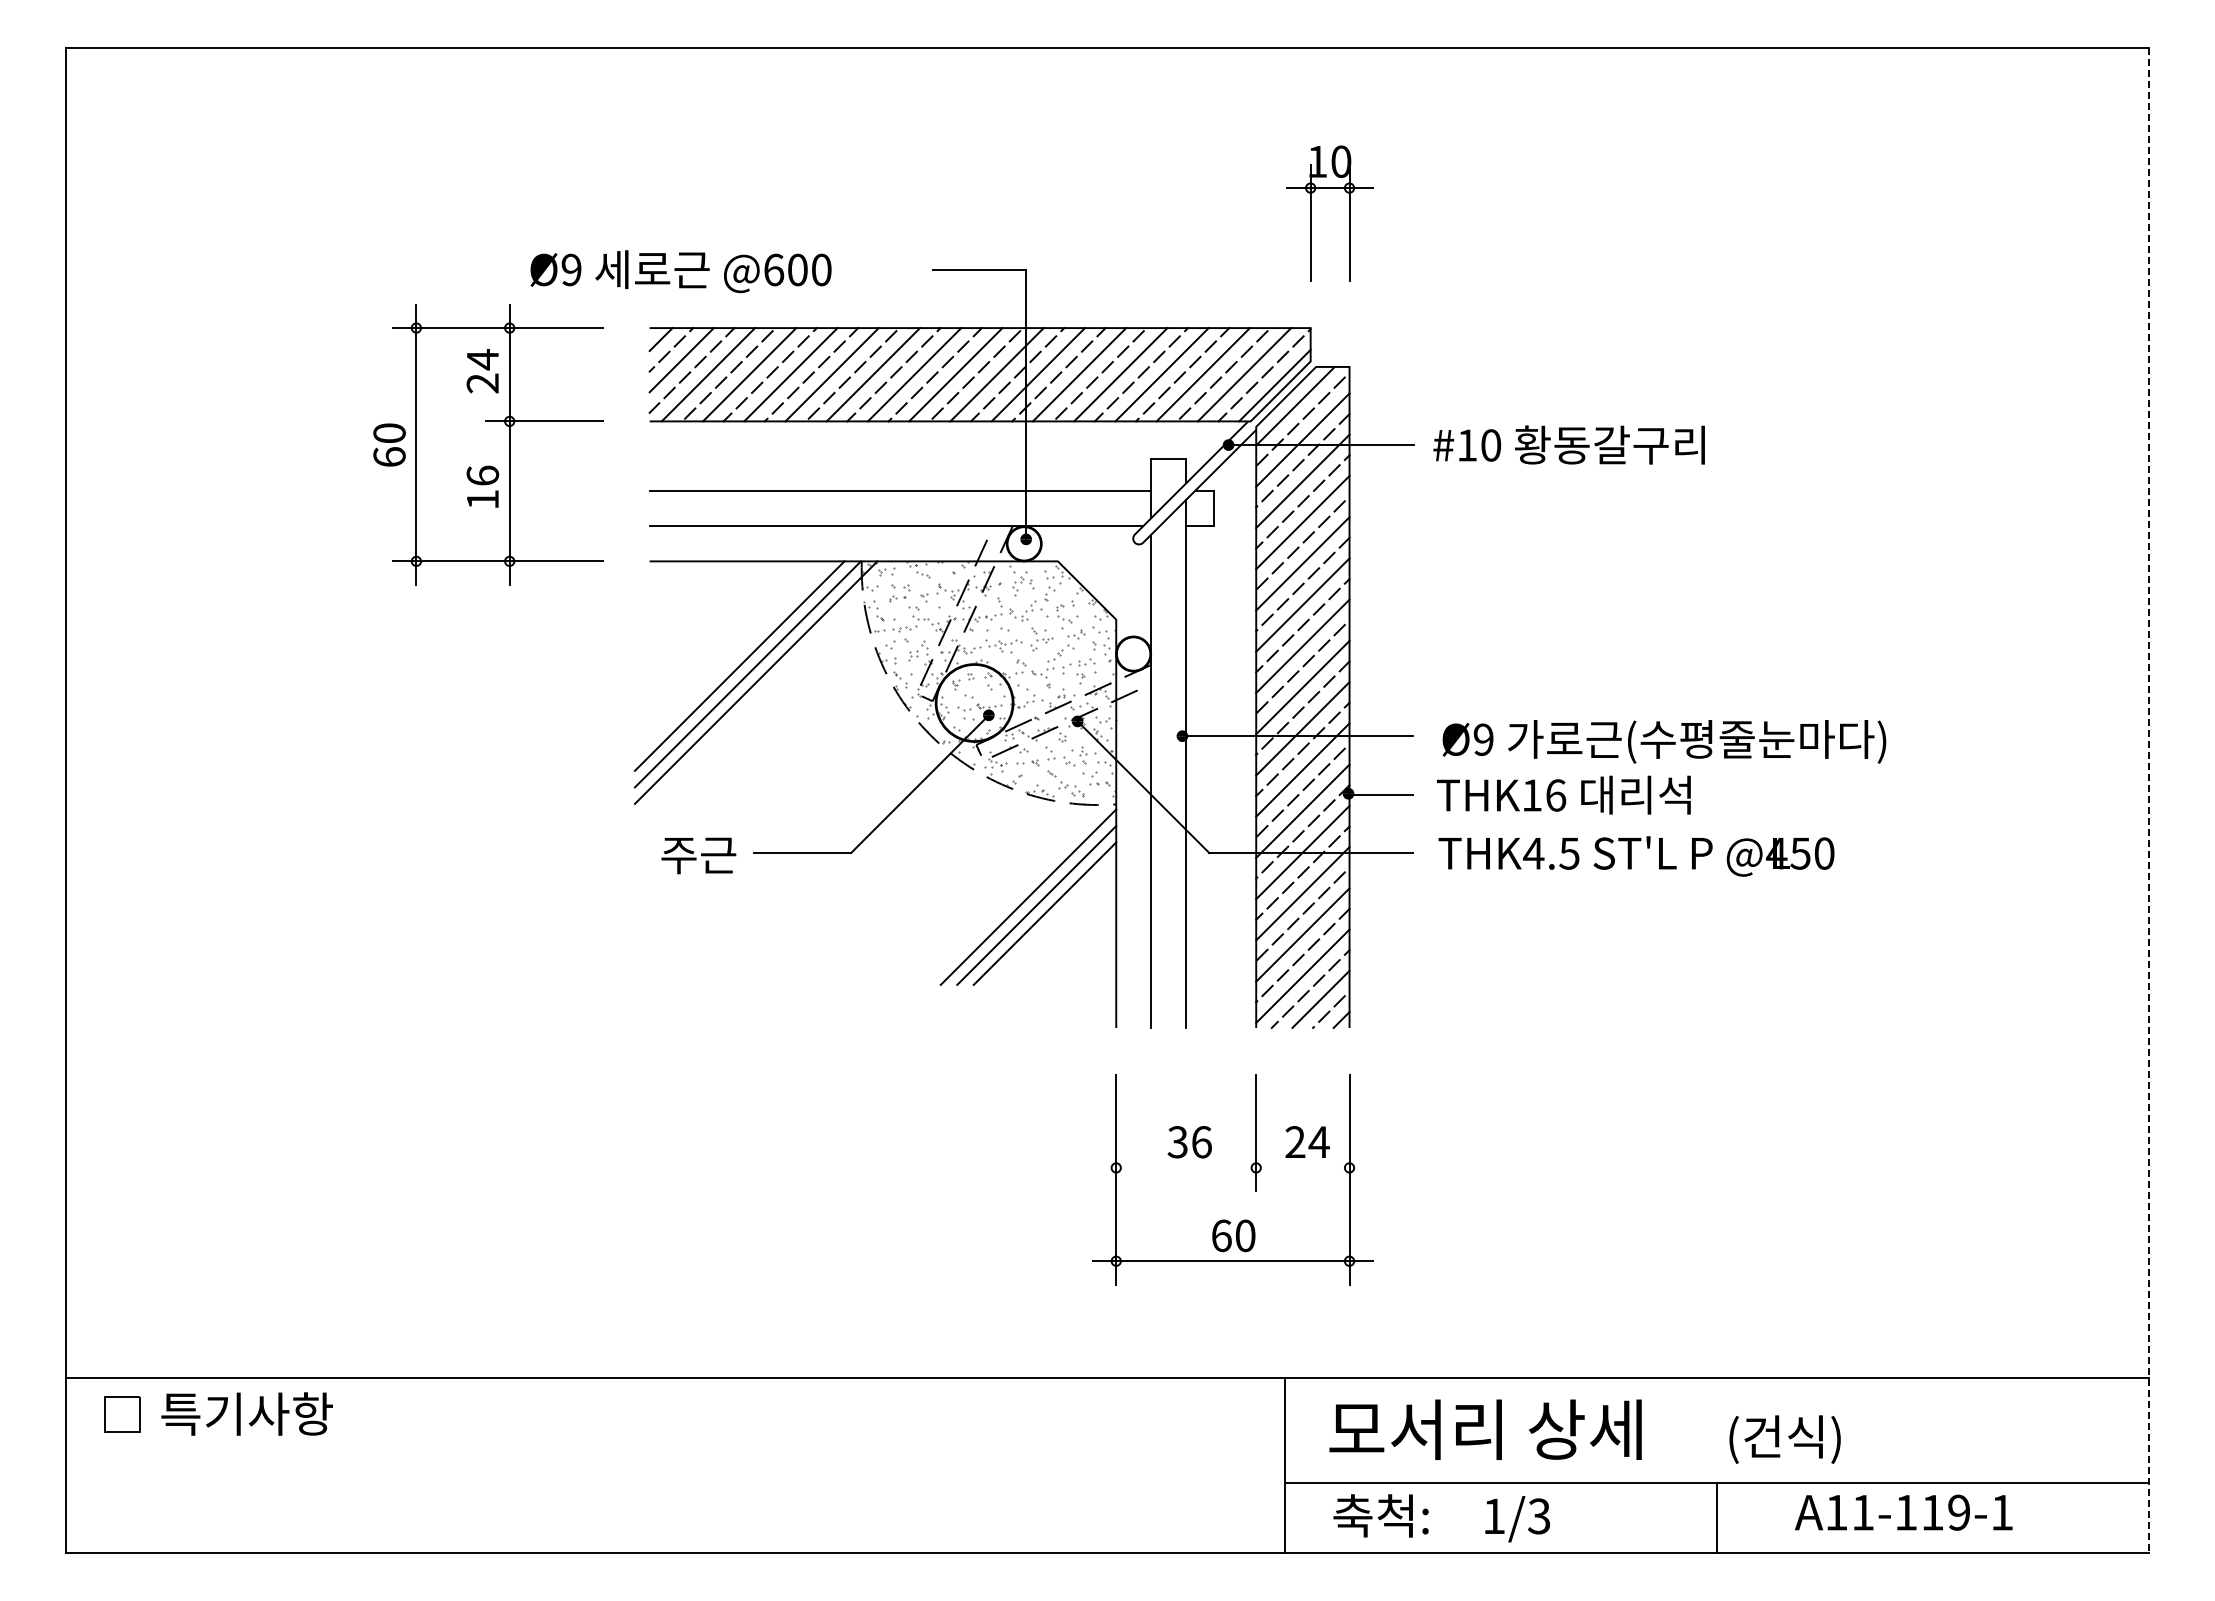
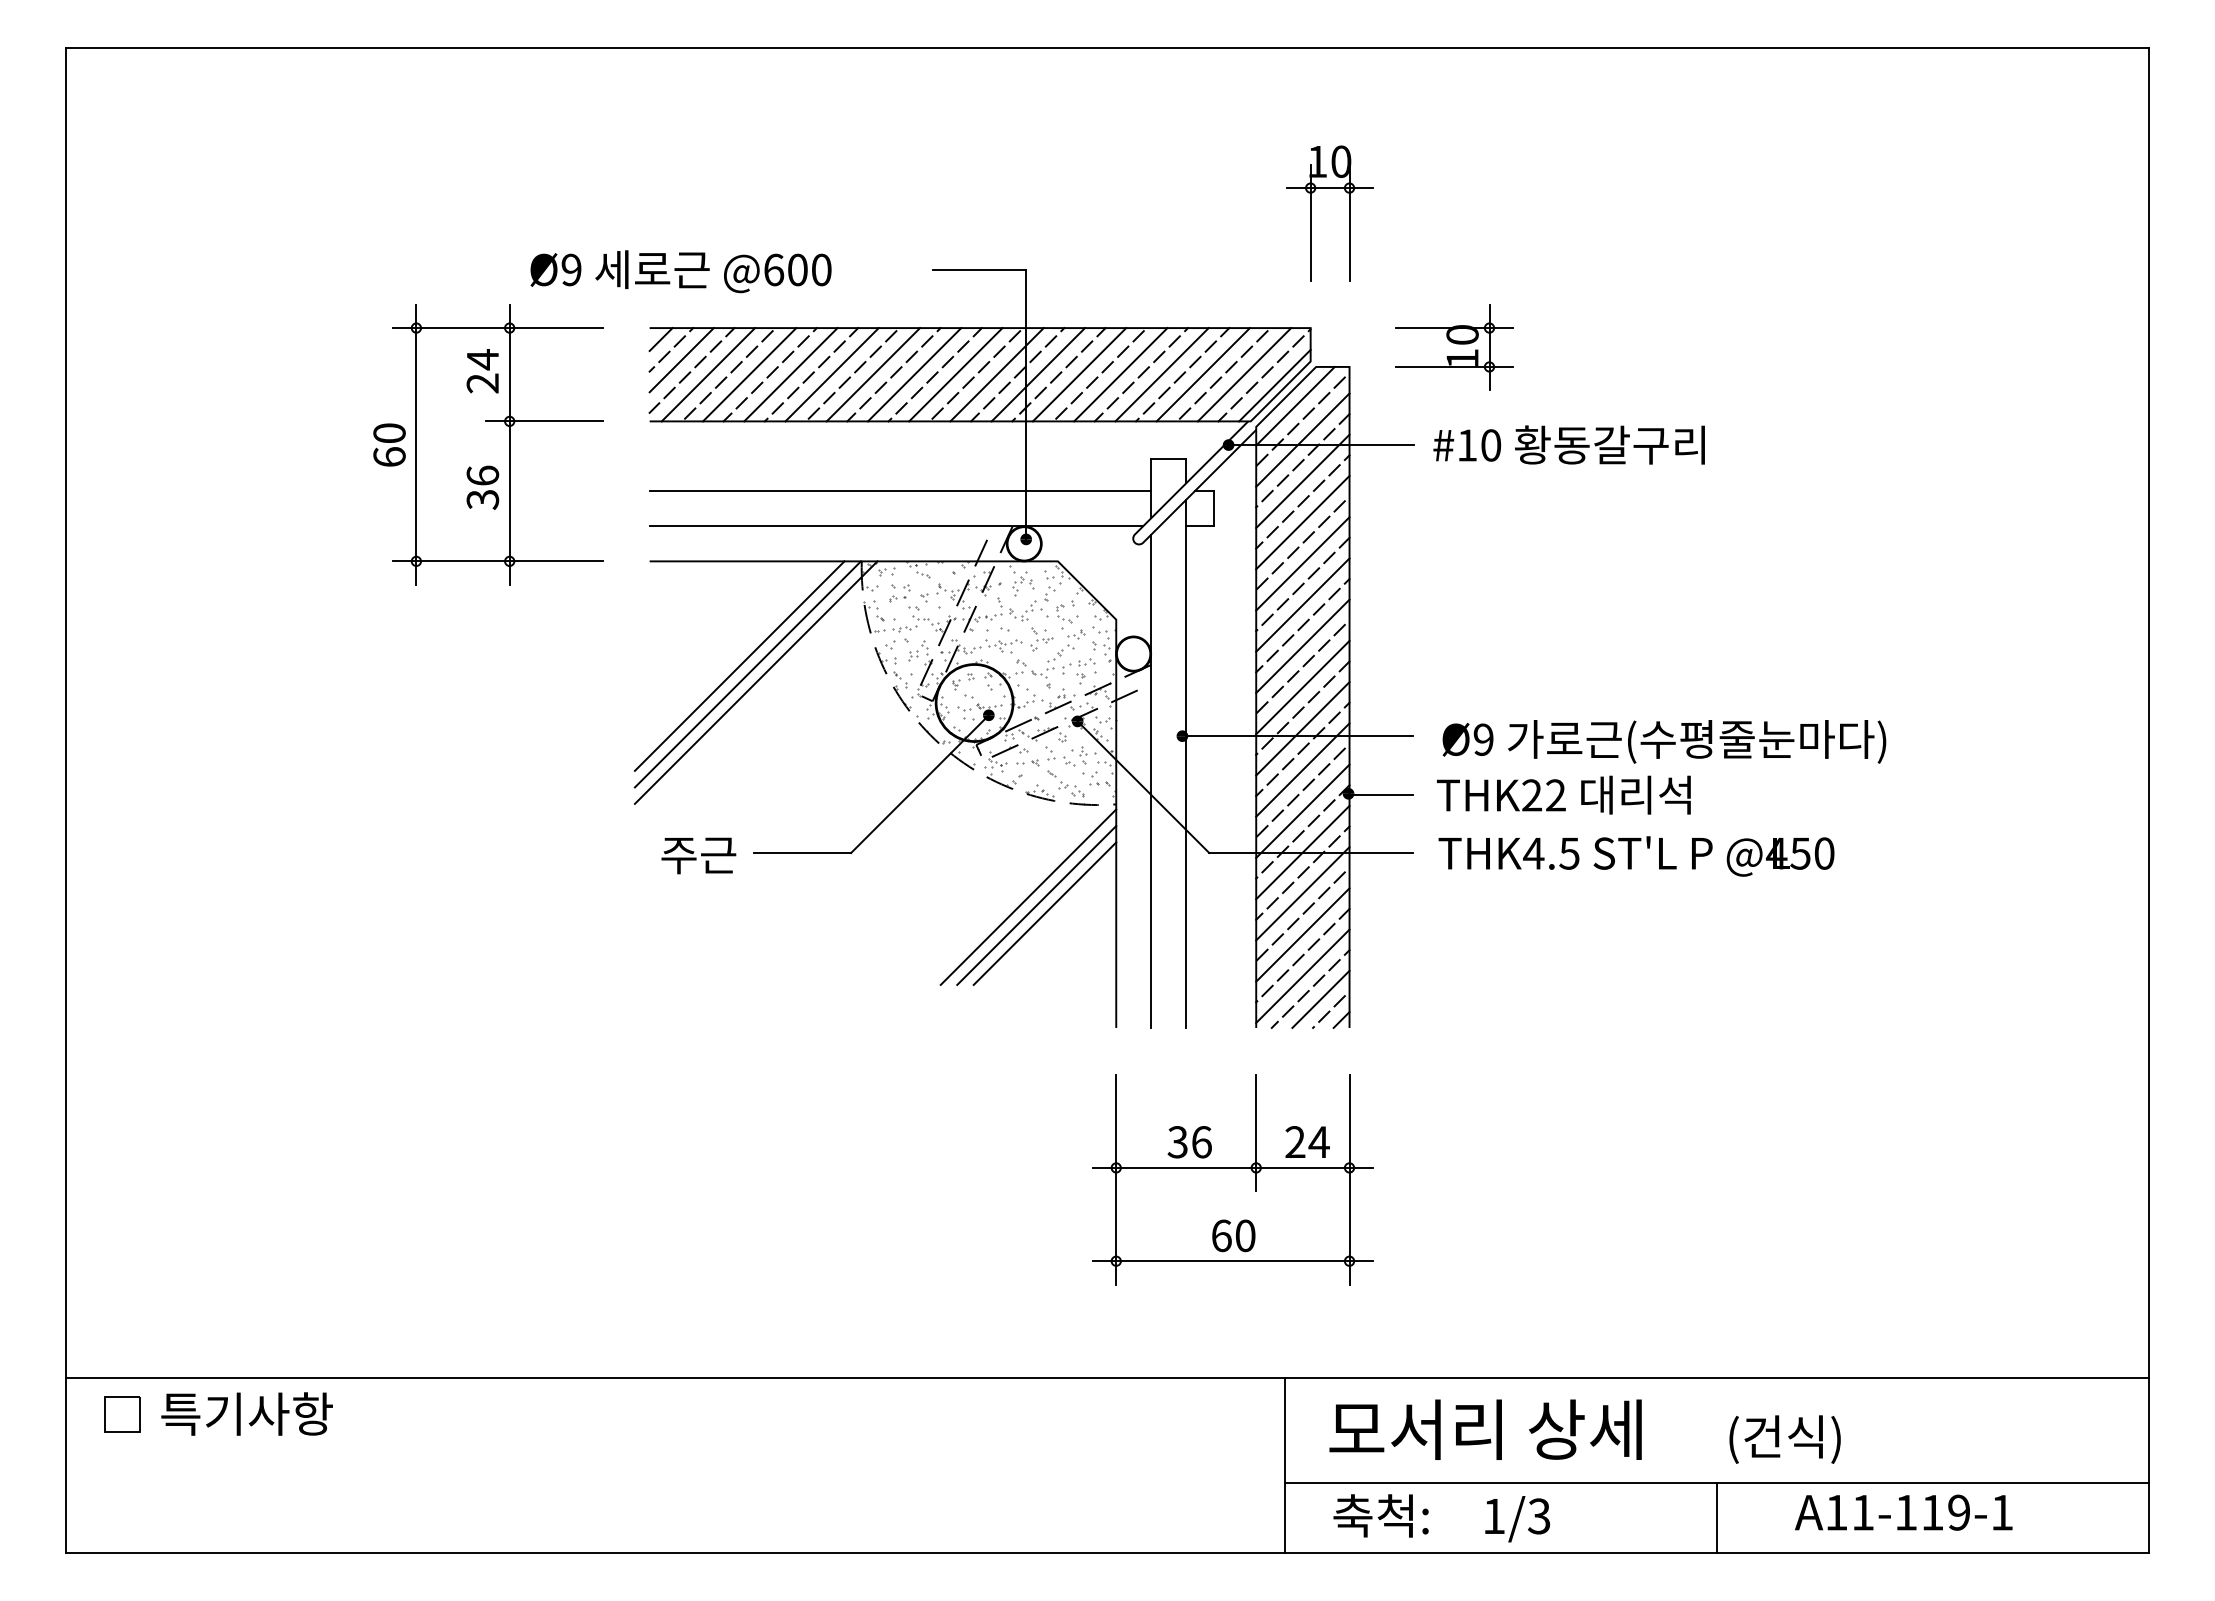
part at (1454, 347): none -> present
text at (482, 499): 16 -> 36
text at (1544, 795): THK16 -> THK22
line at (2148, 800): dashed -> solid
line at (1232, 1167): none -> present
